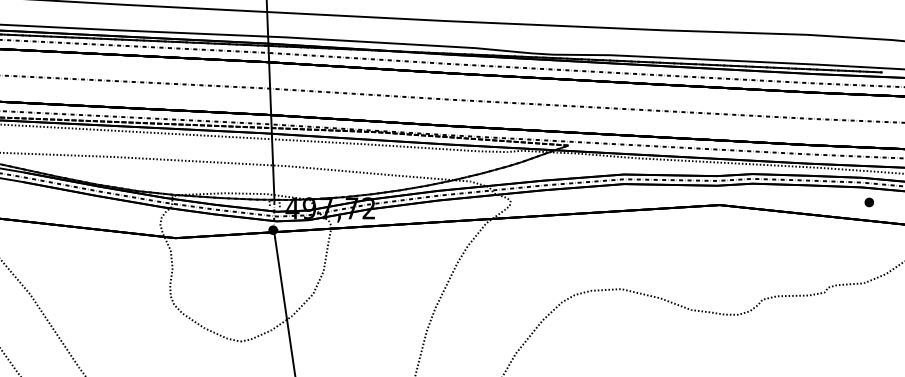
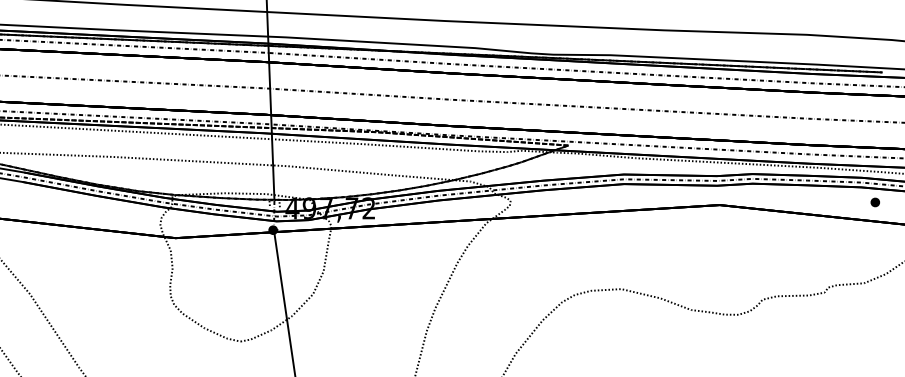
part at (868, 202) position: (868, 202) -> (874, 202)
